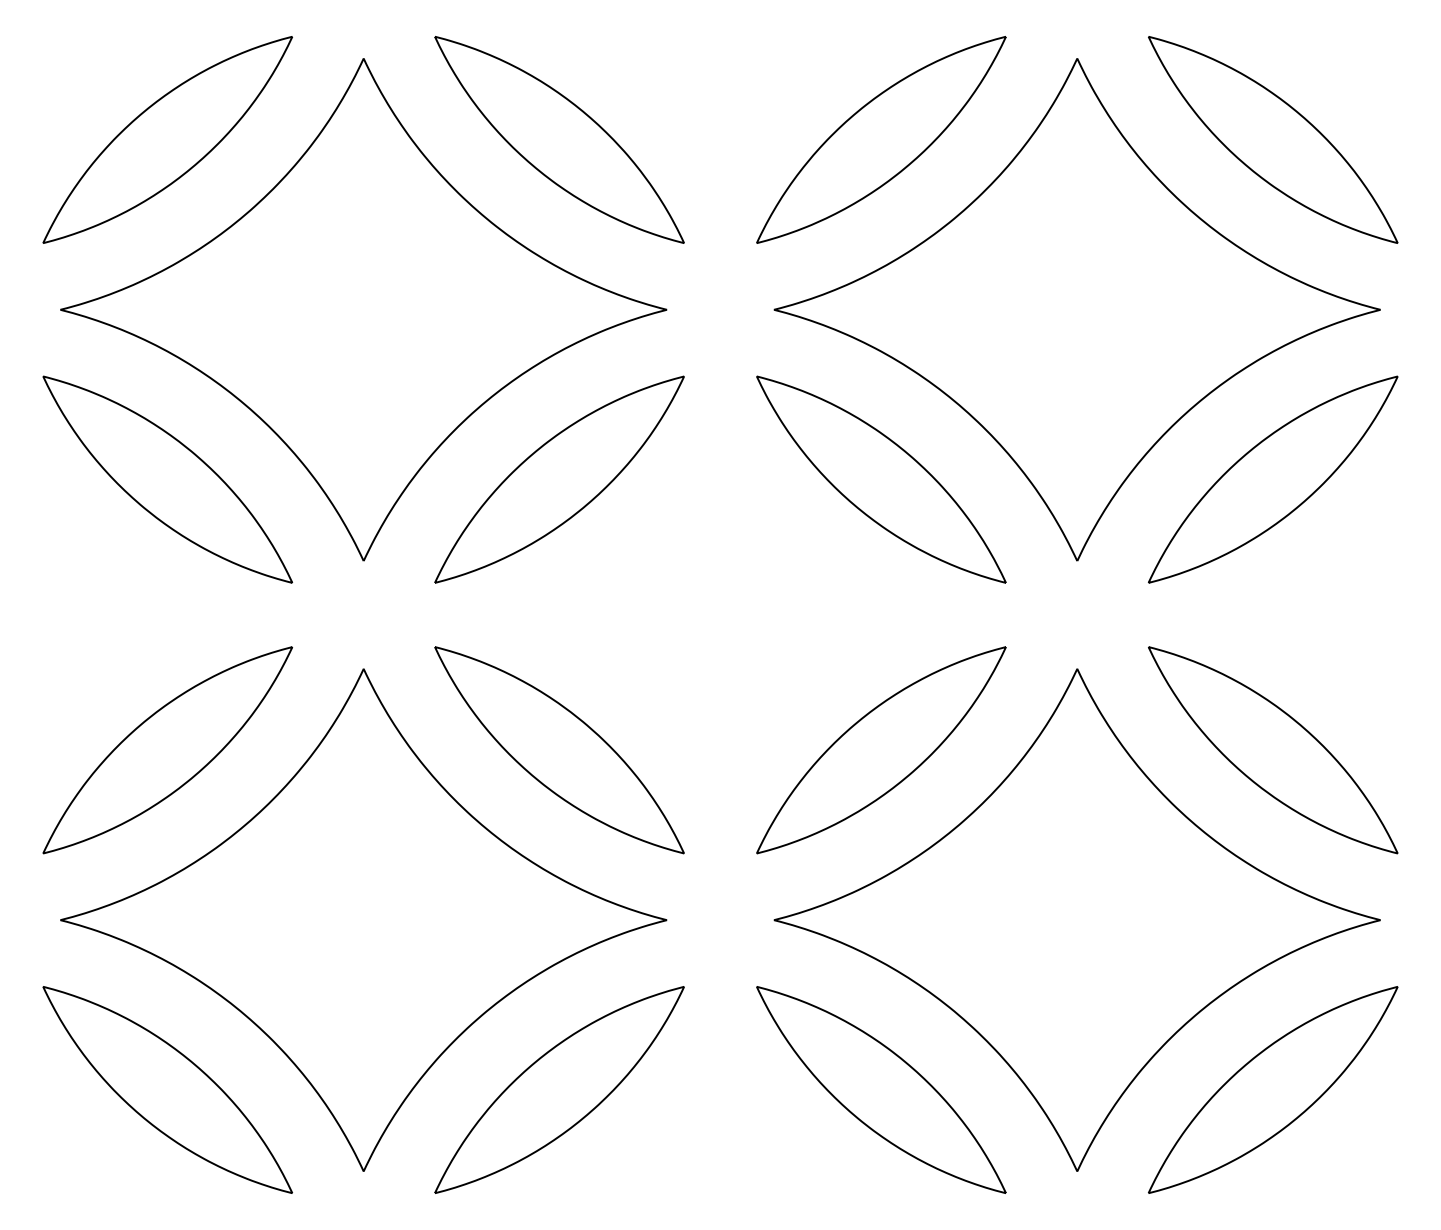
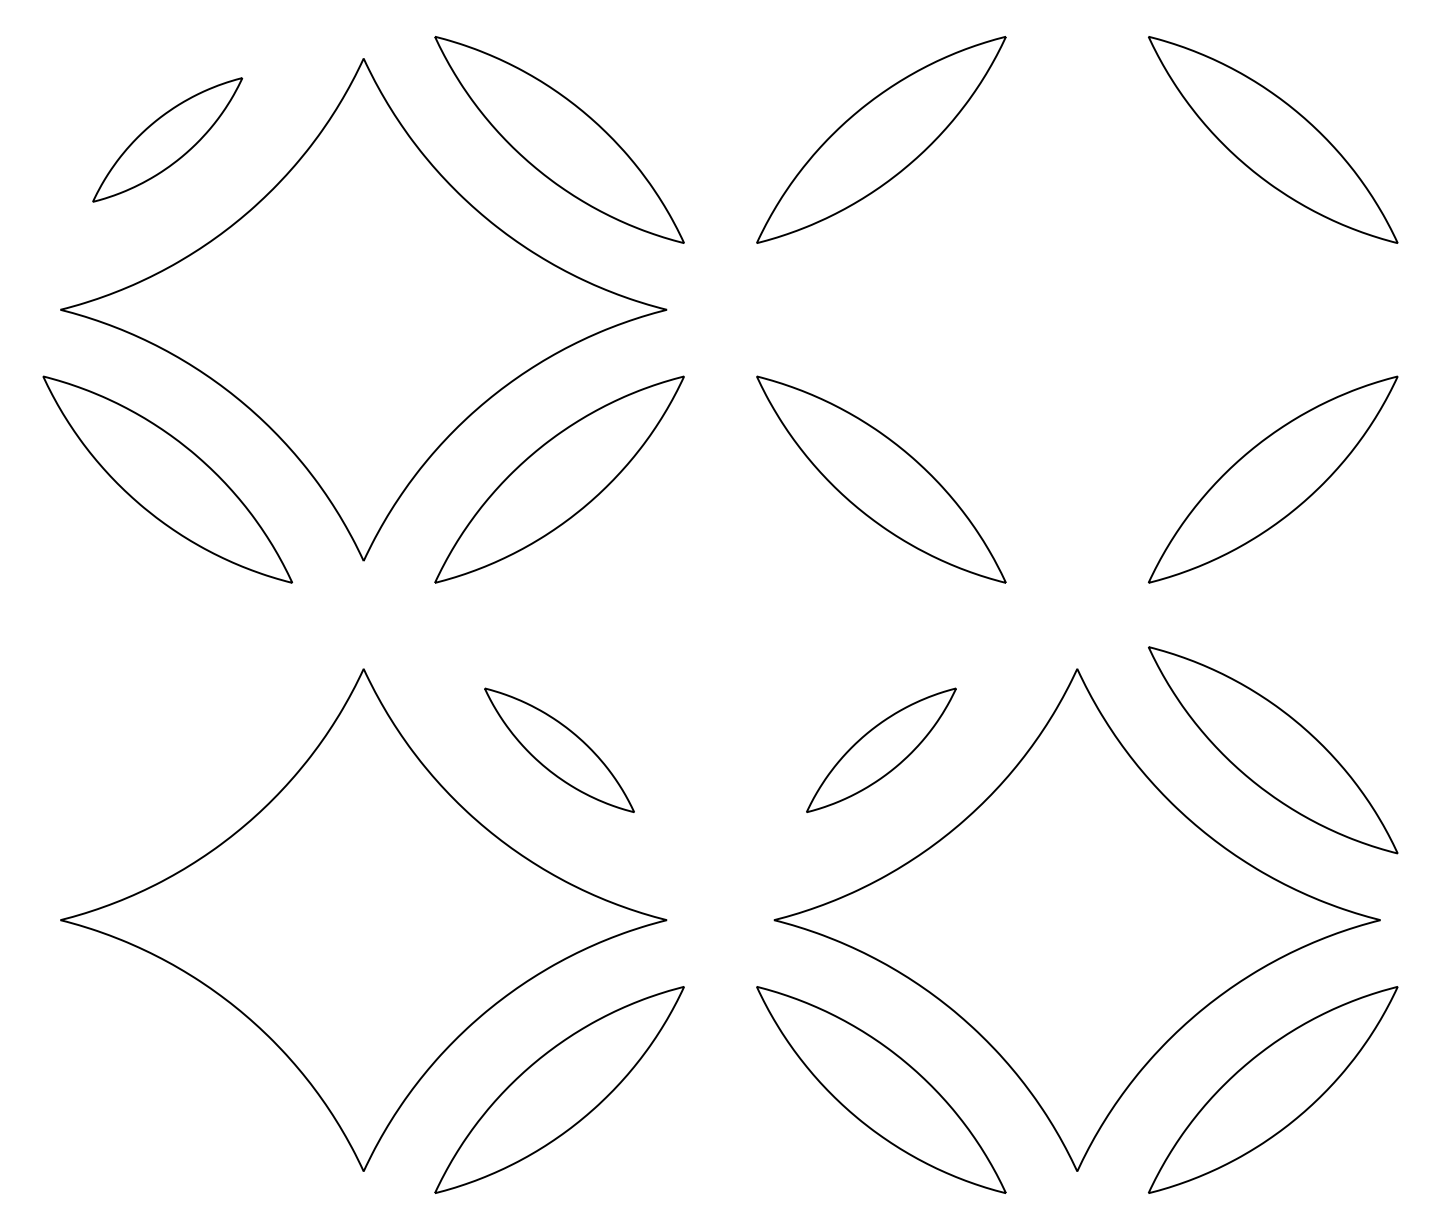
part at (167, 139) size: 251x208 px -> 152x126 px
part at (1076, 309): present -> none
part at (167, 750): present -> none
part at (559, 750) size: 251x209 px -> 151x126 px
part at (881, 750) size: 251x209 px -> 151x126 px
part at (167, 1089): present -> none
